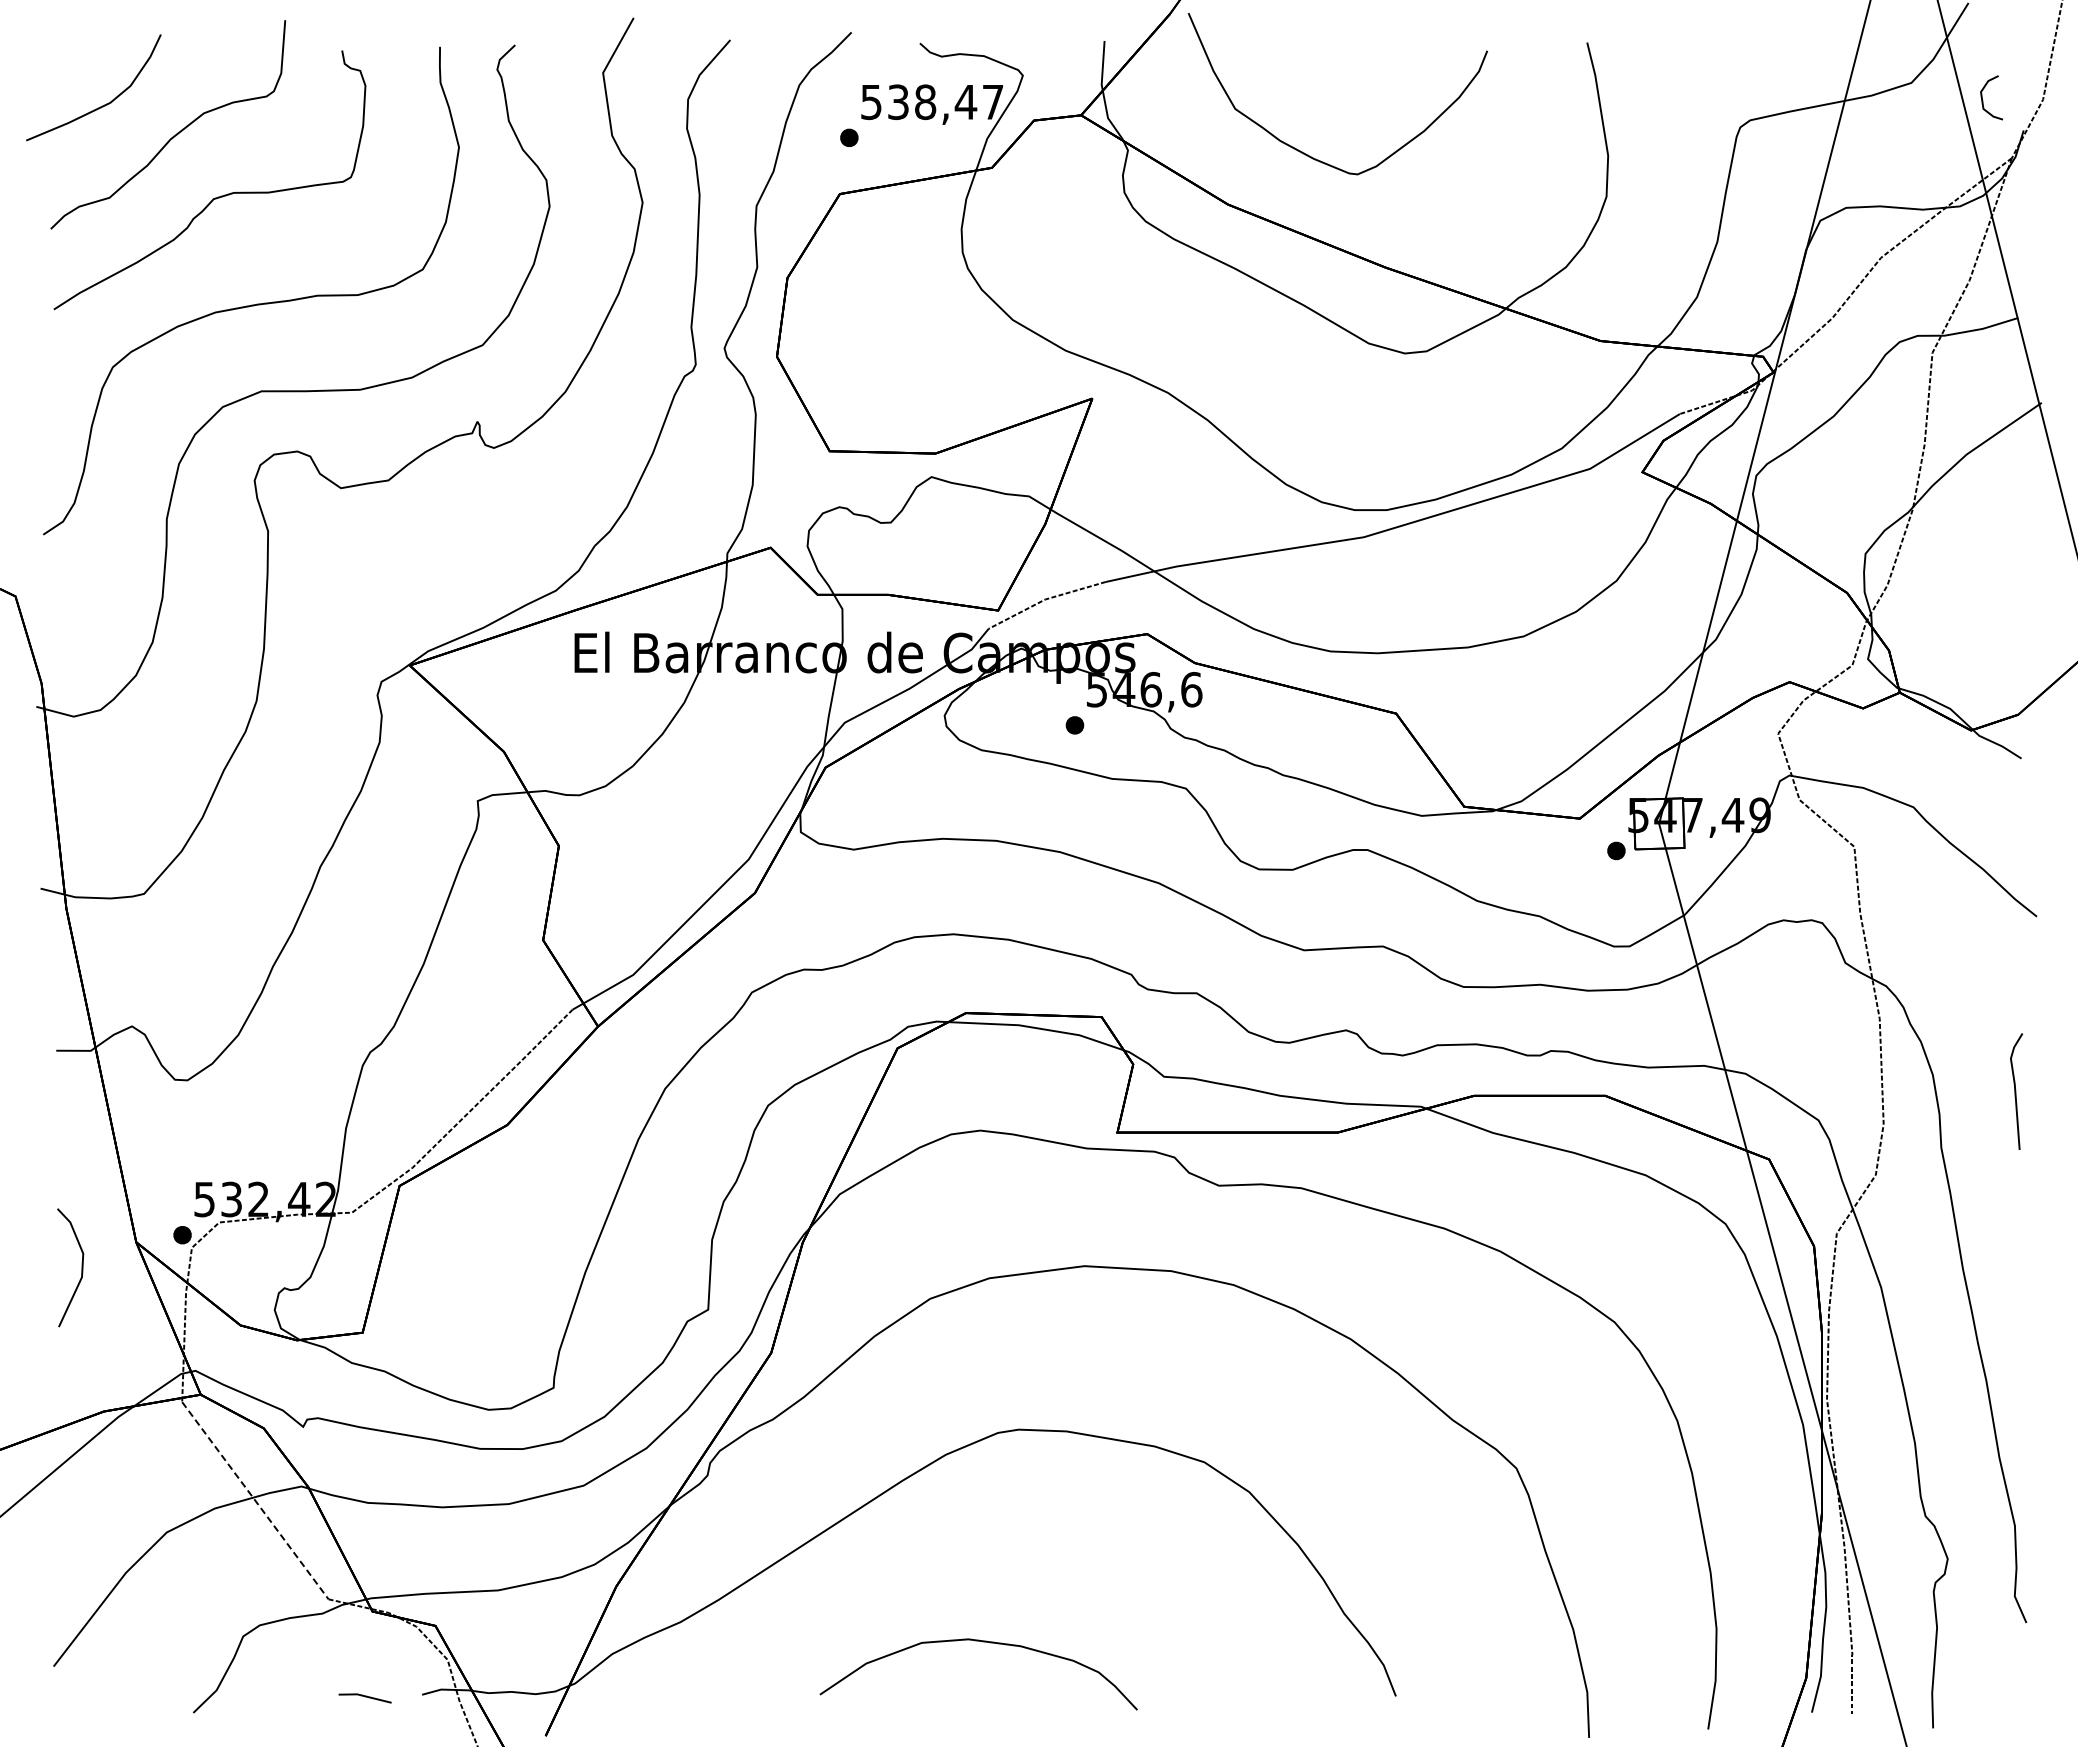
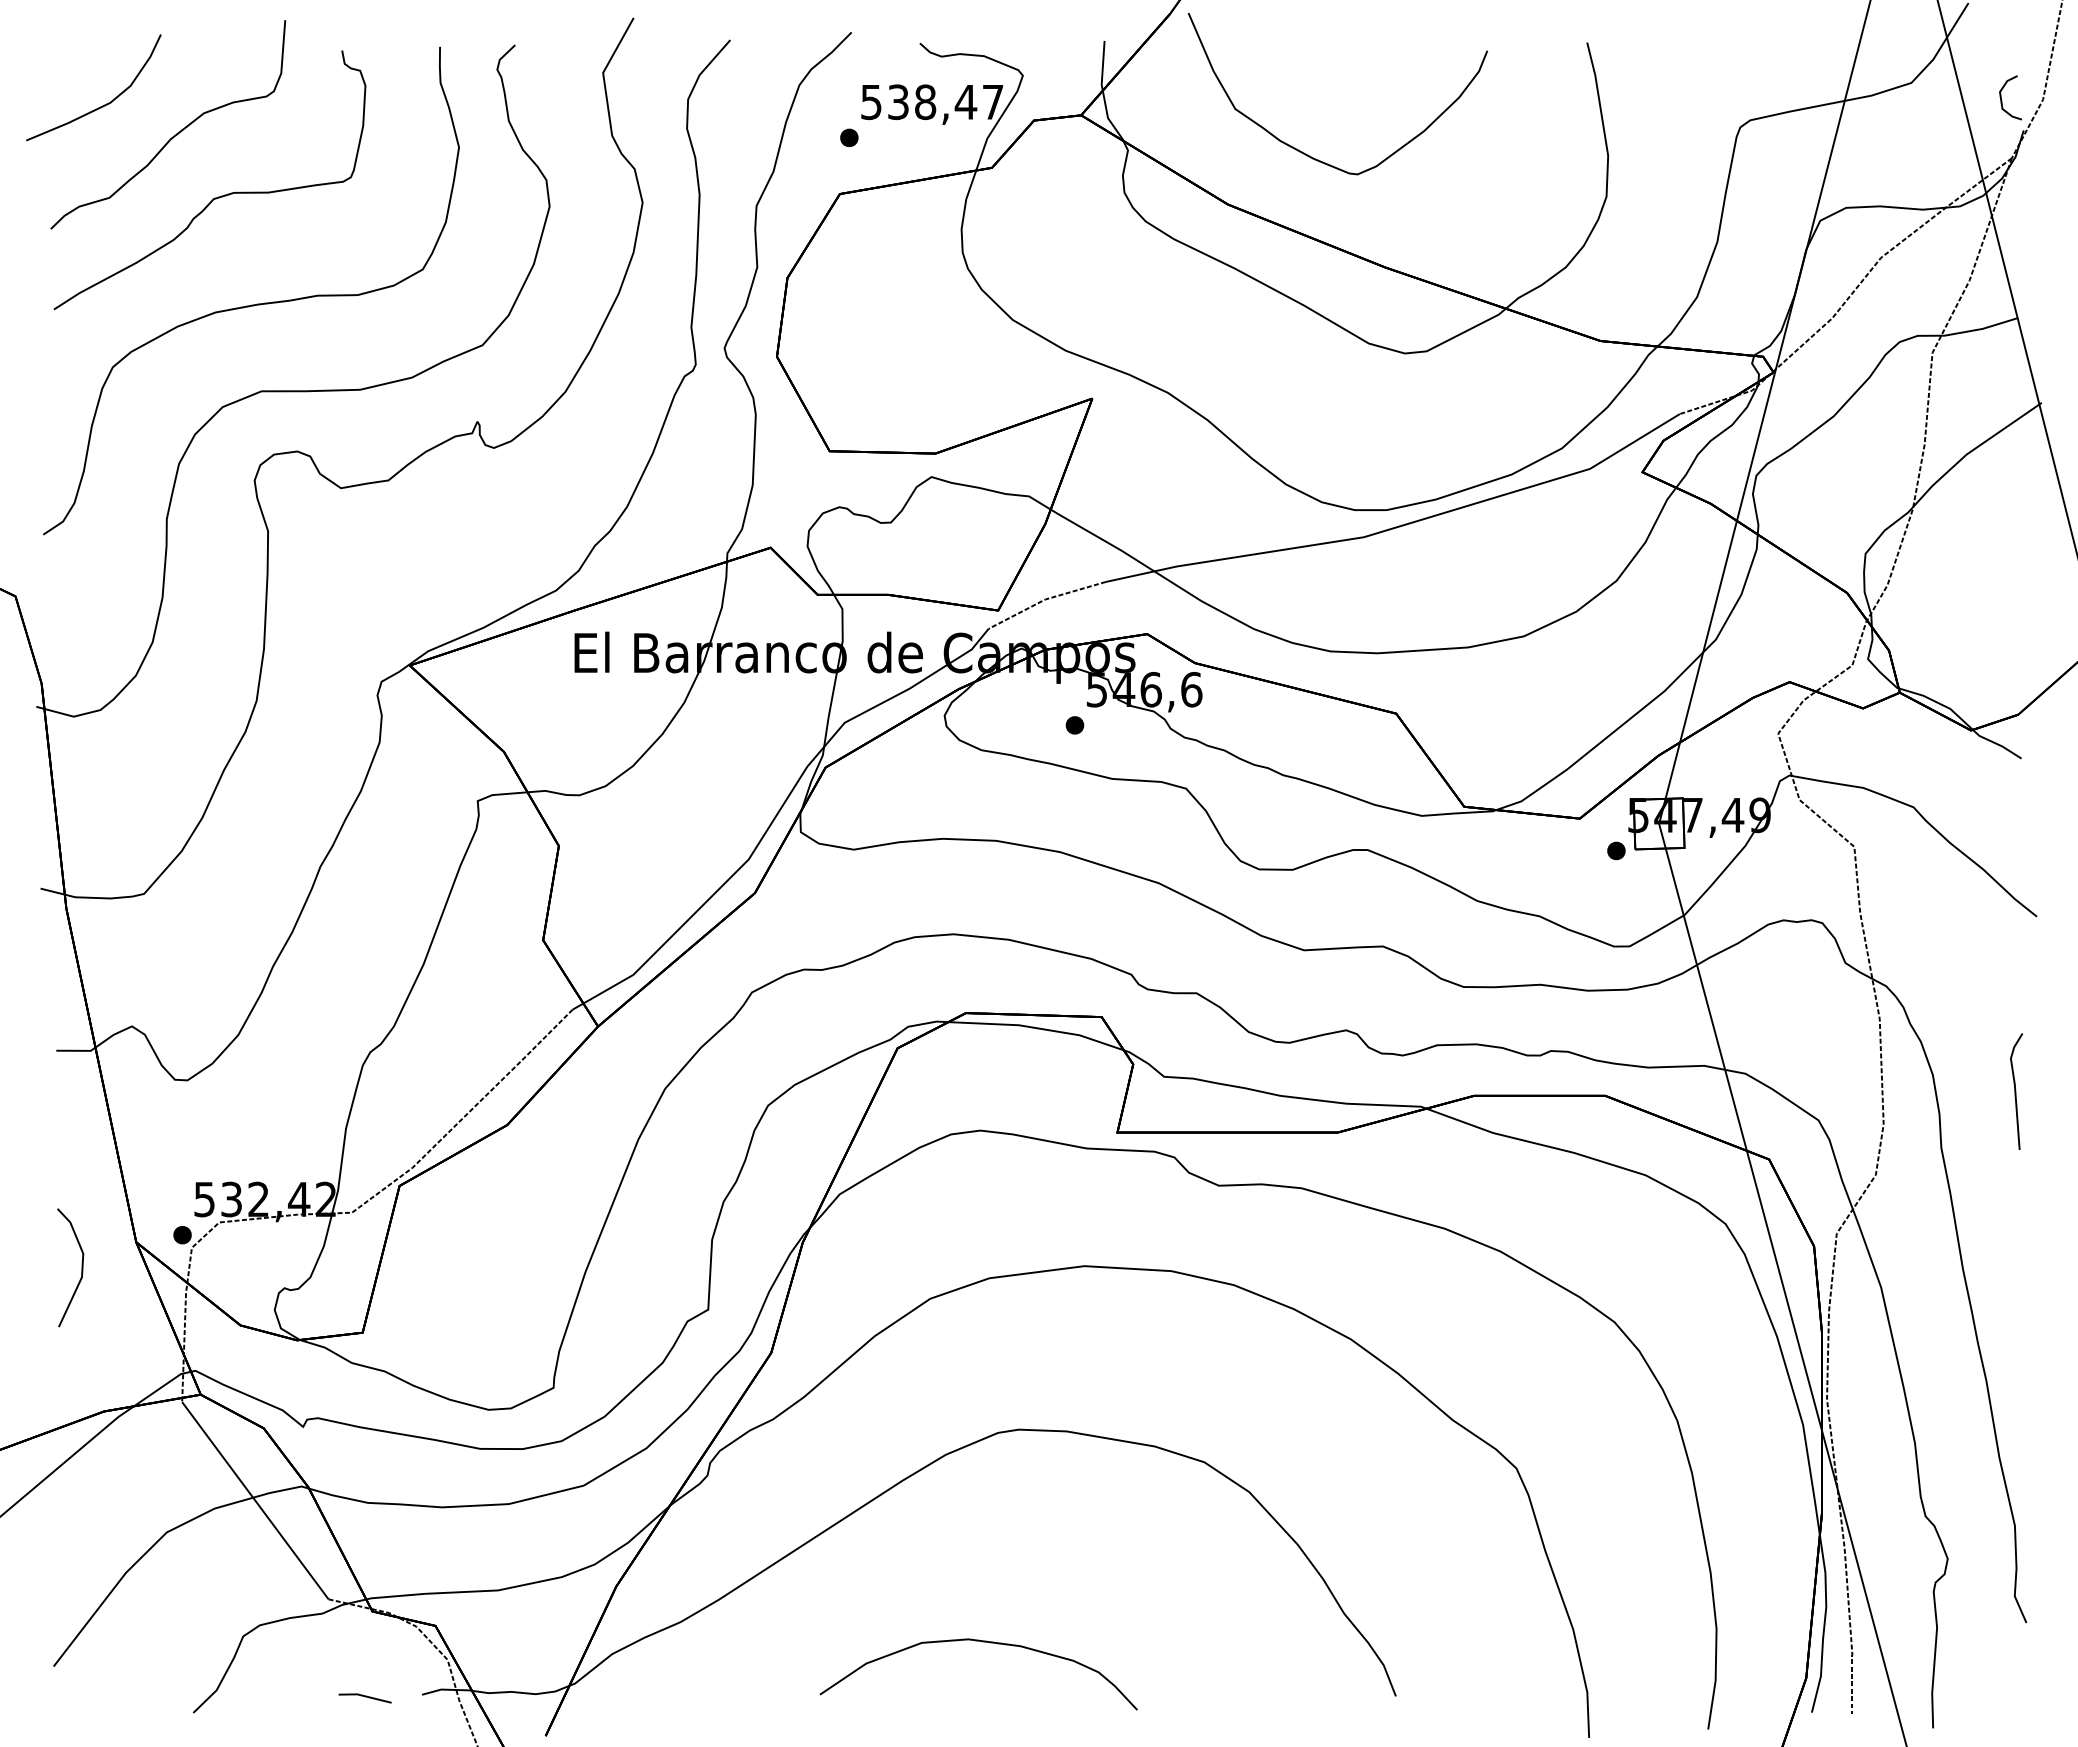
curve at (1983, 100) position: (1983, 100) -> (2002, 100)
line at (255, 1500): dashed -> solid
